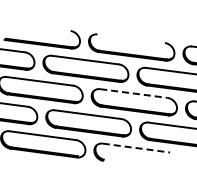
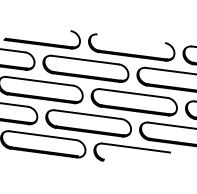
line at (133, 93): dashed -> solid
line at (136, 148): dashed -> solid
